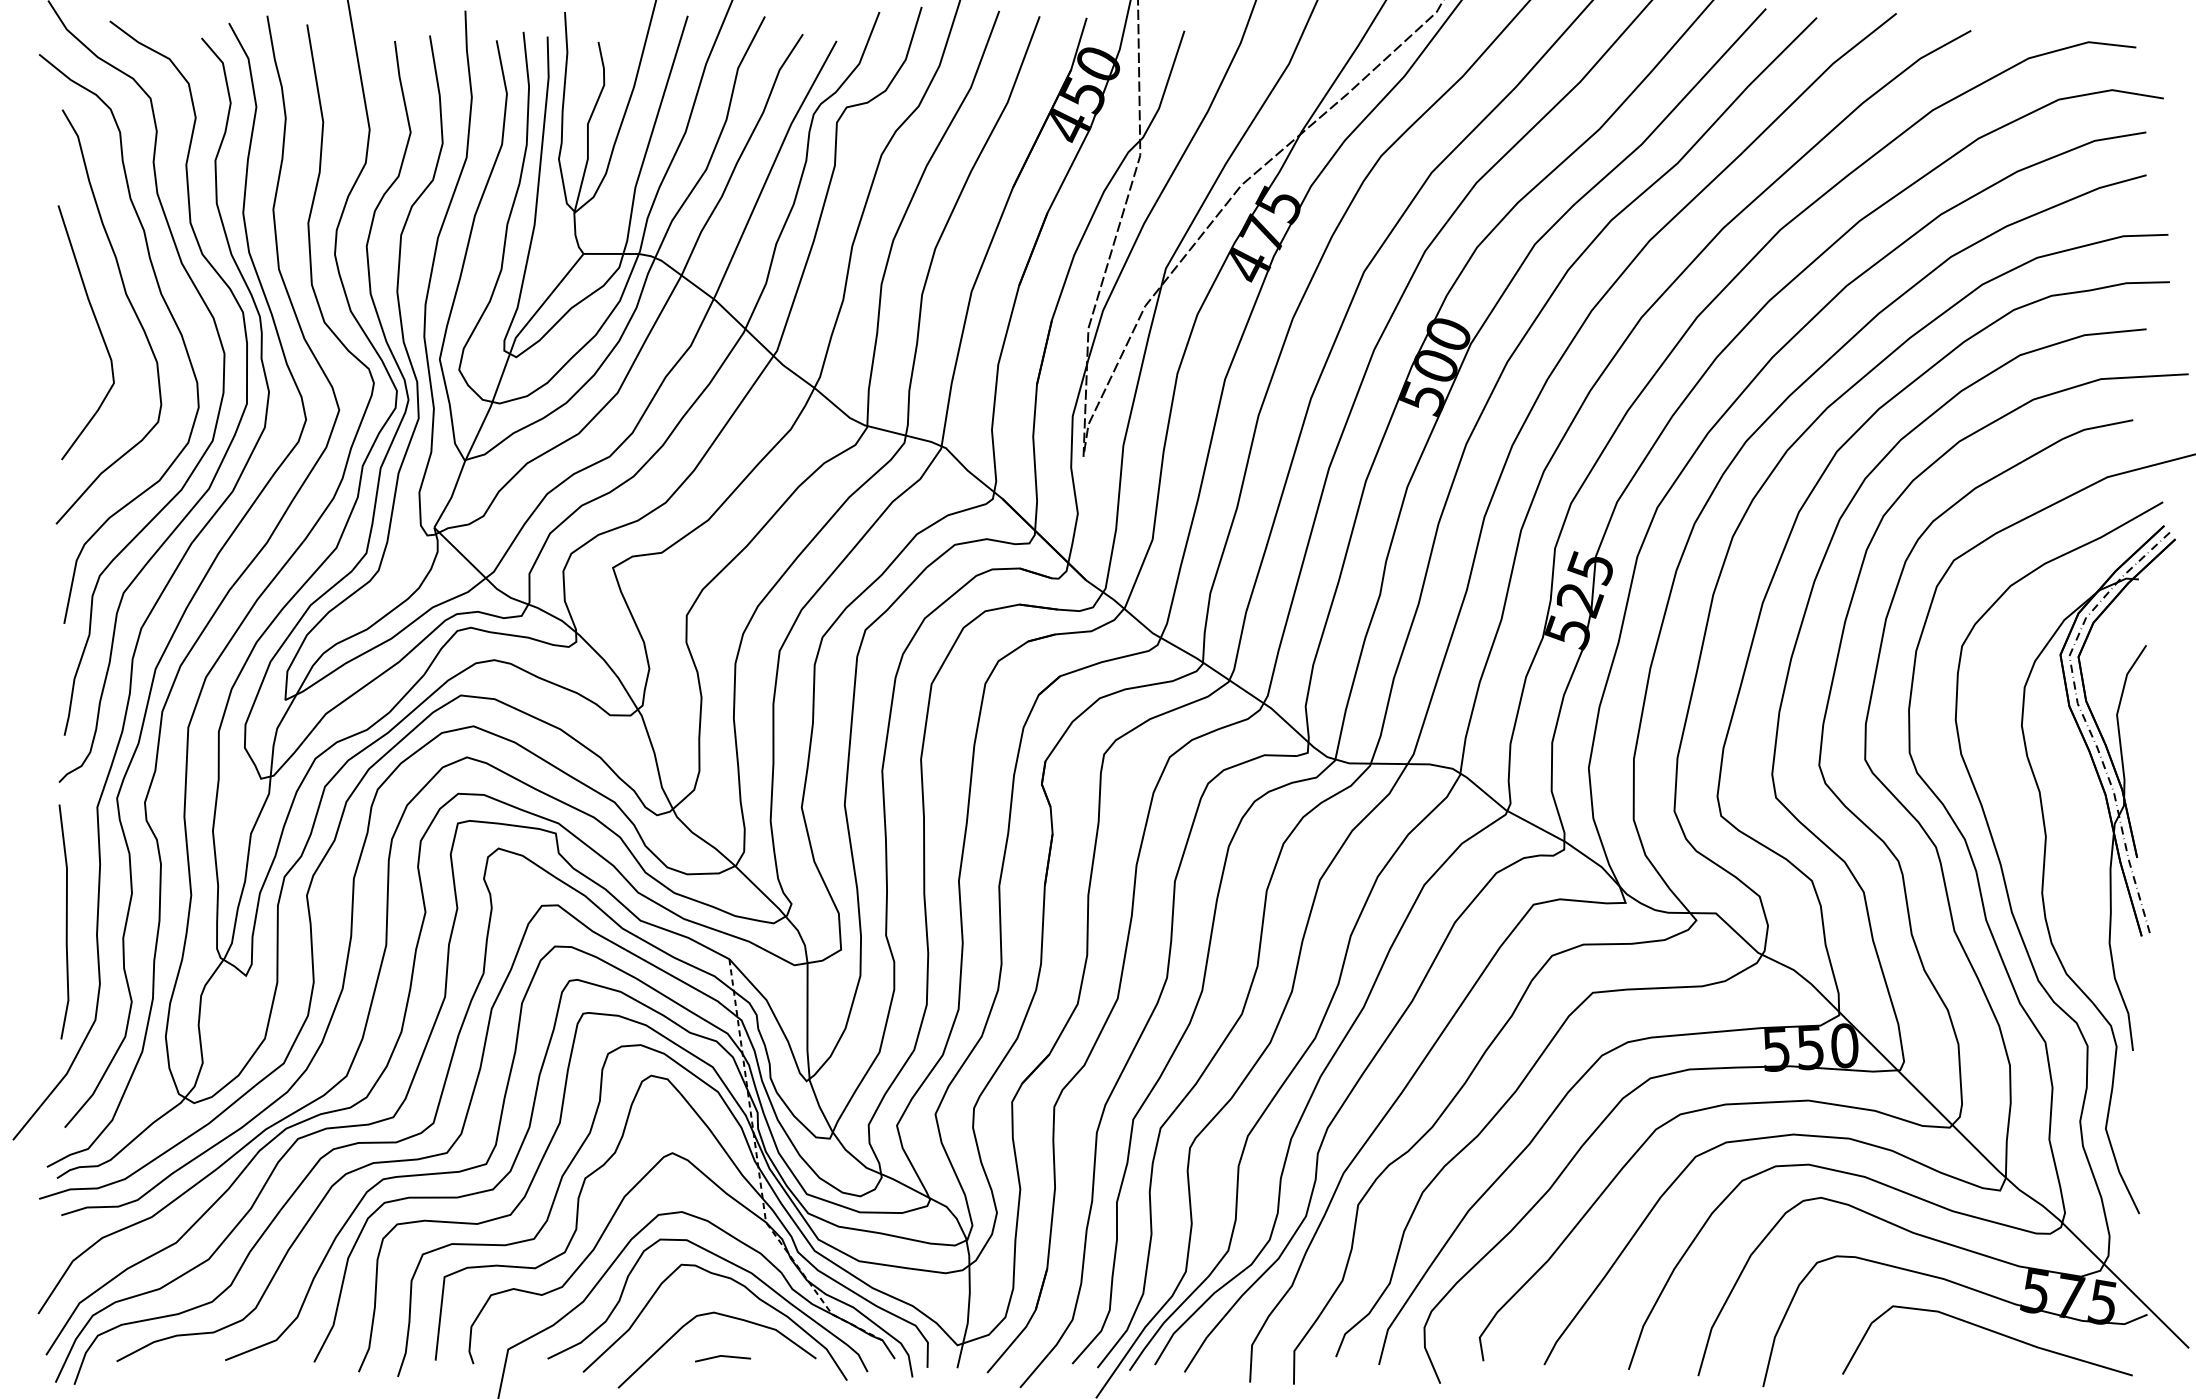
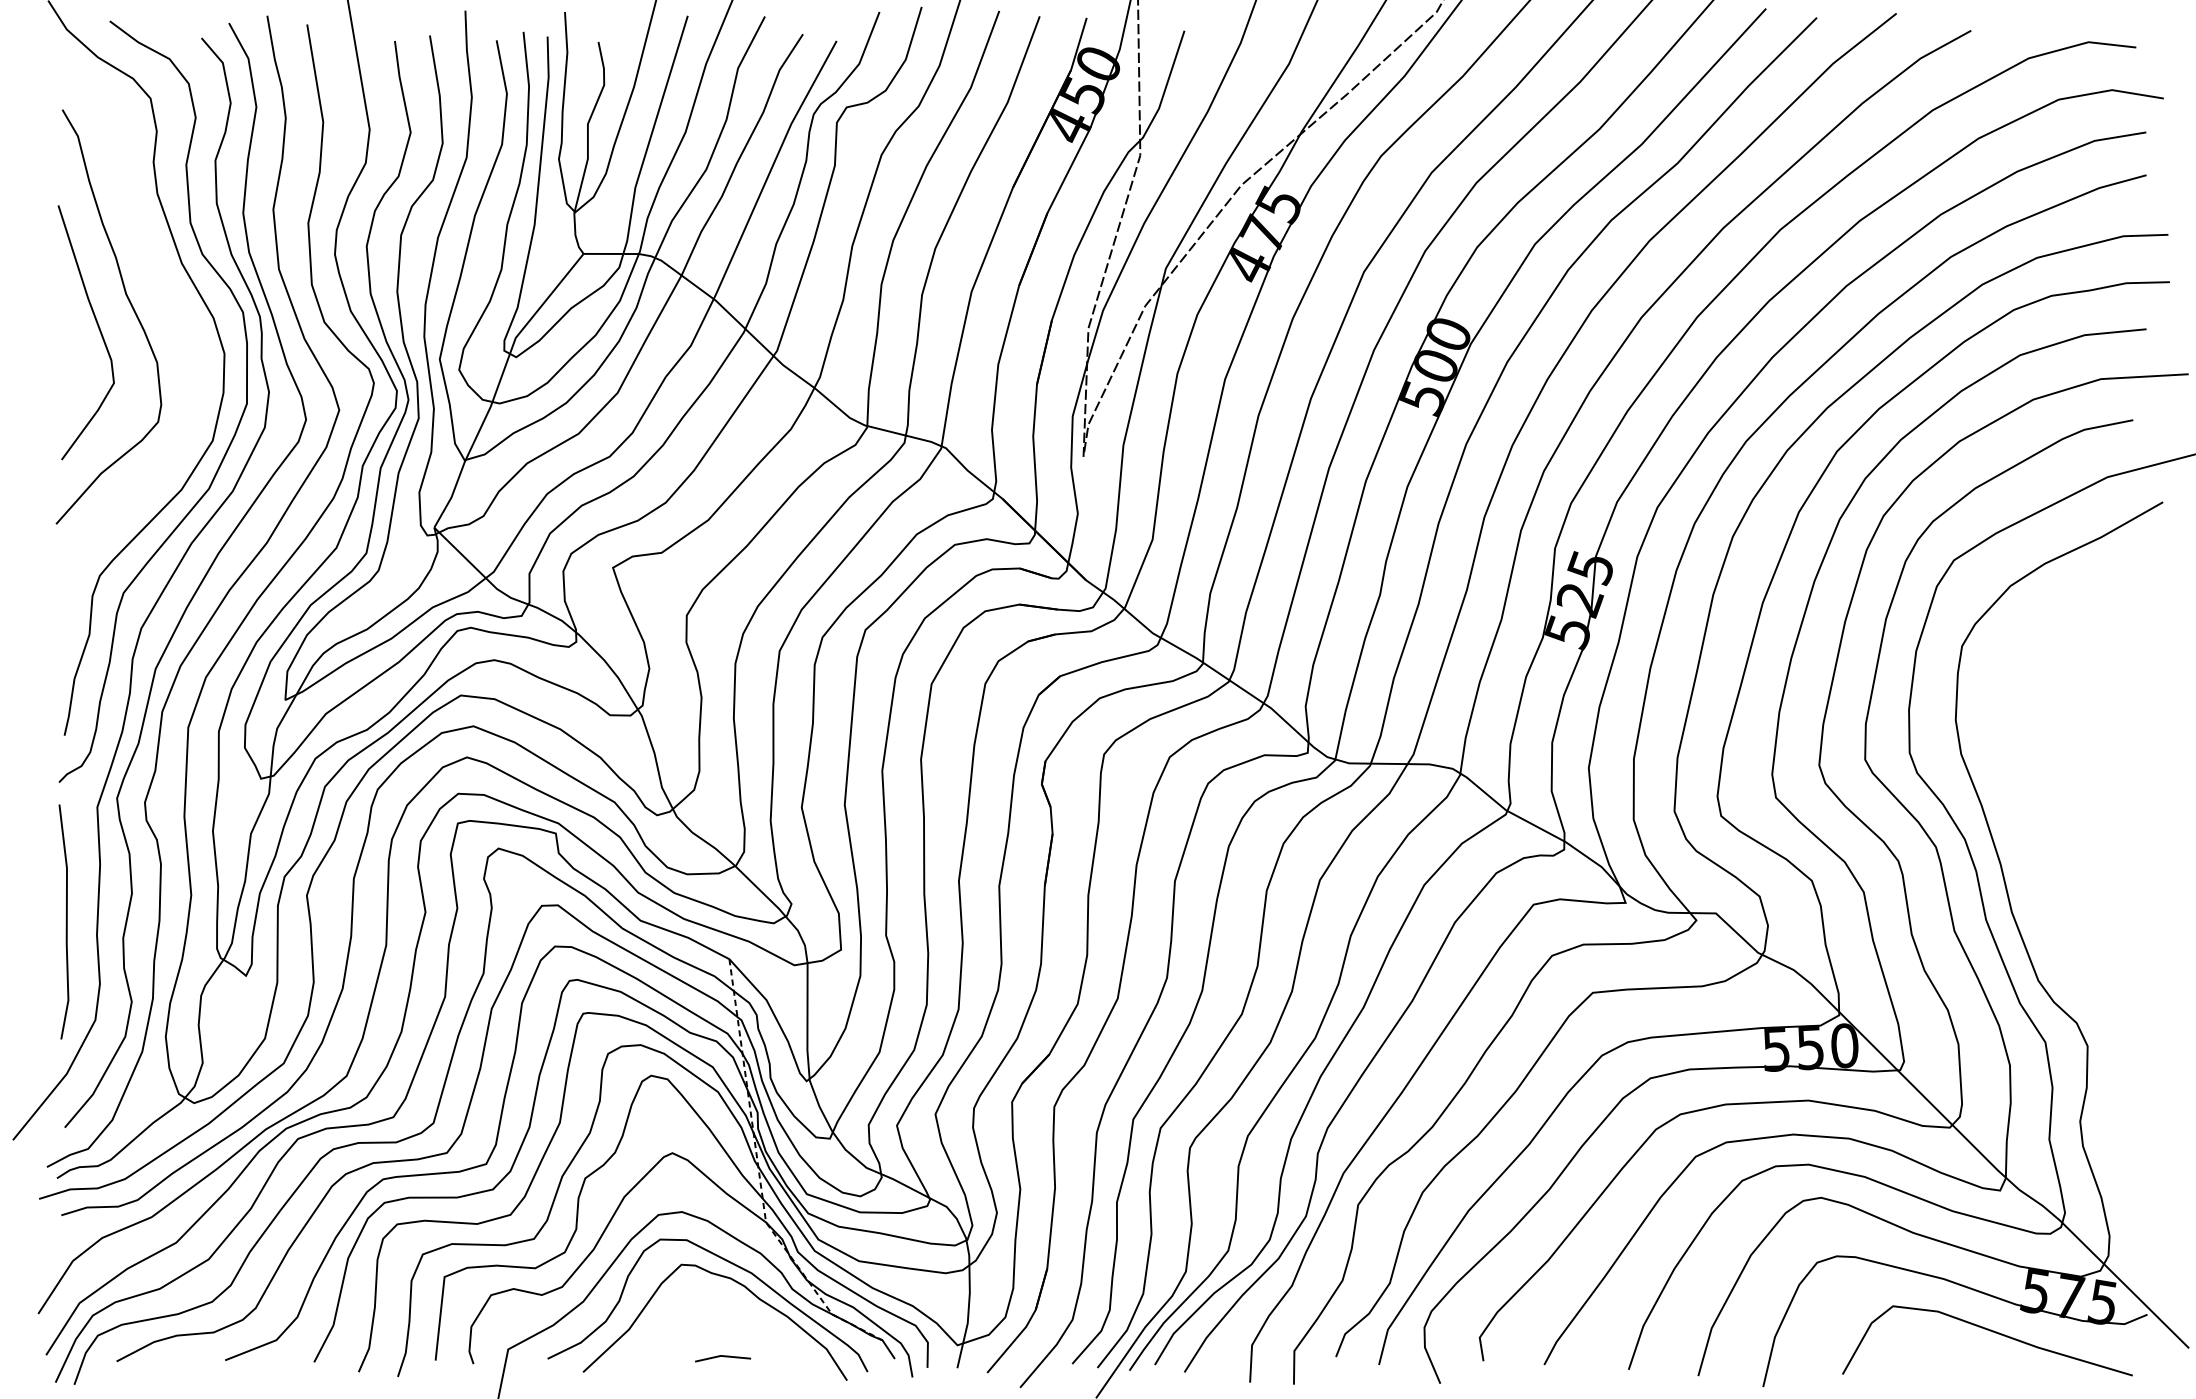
curve at (169, 313): present -> none
part at (2109, 869): present -> none
curve at (724, 1316): present -> none
